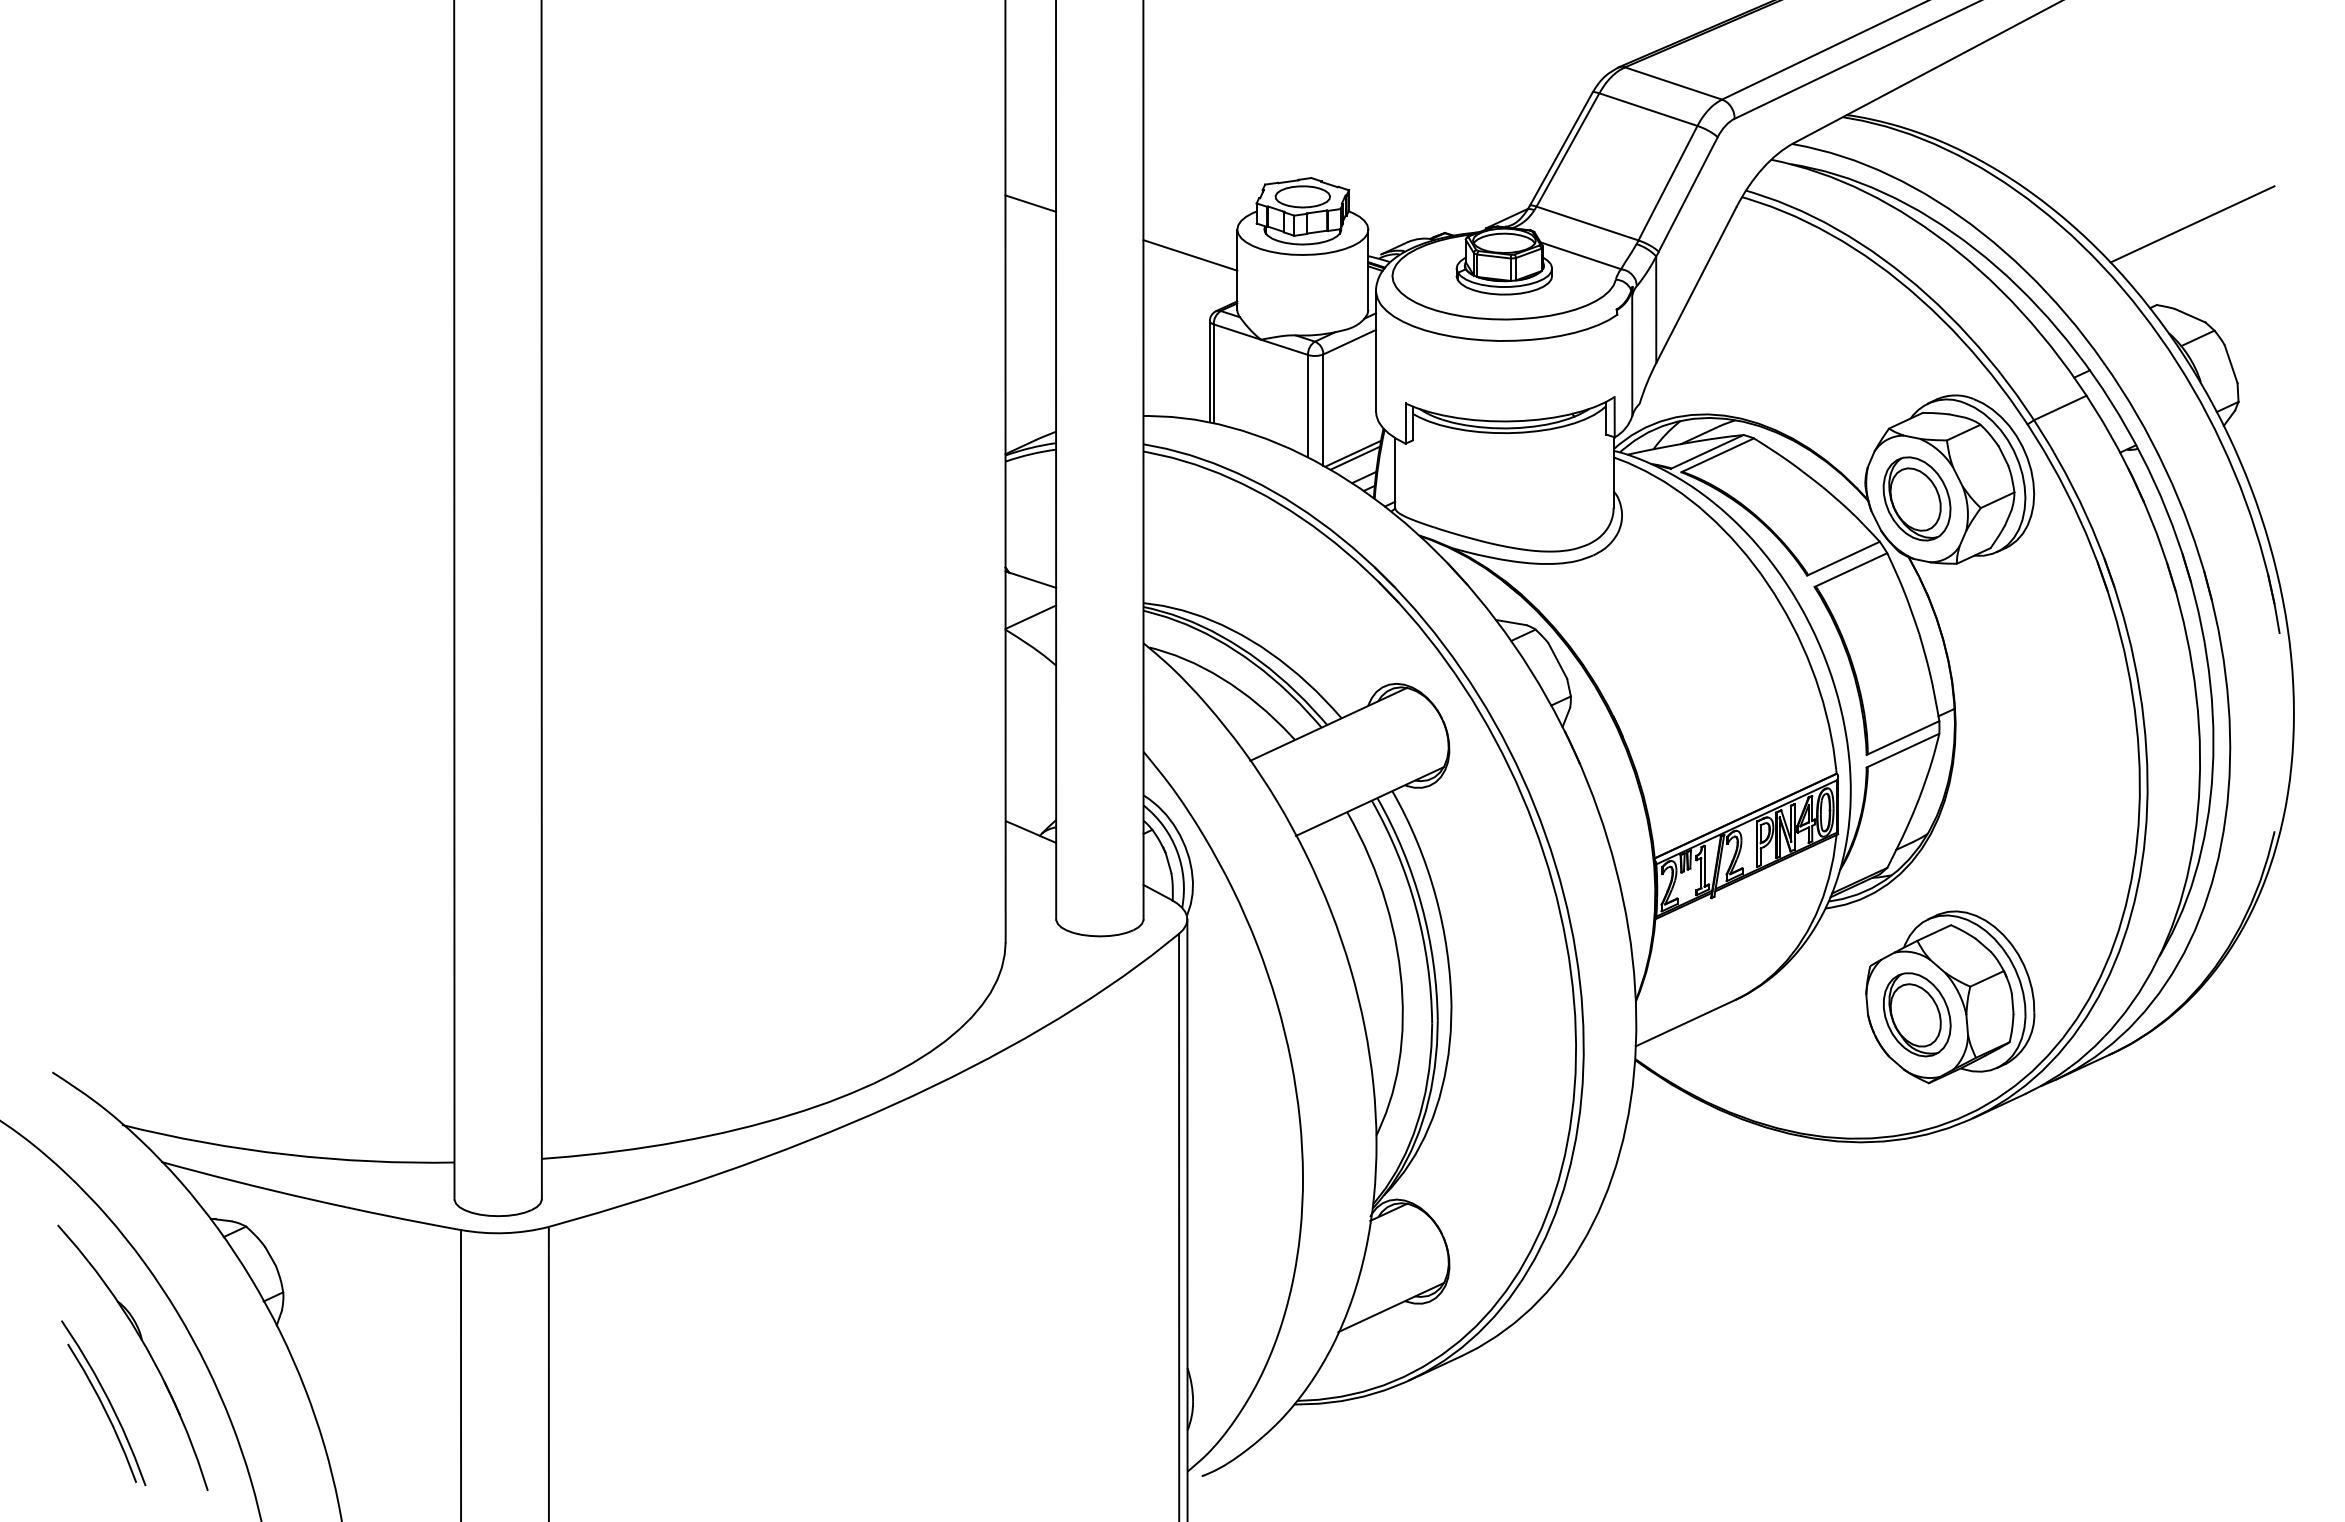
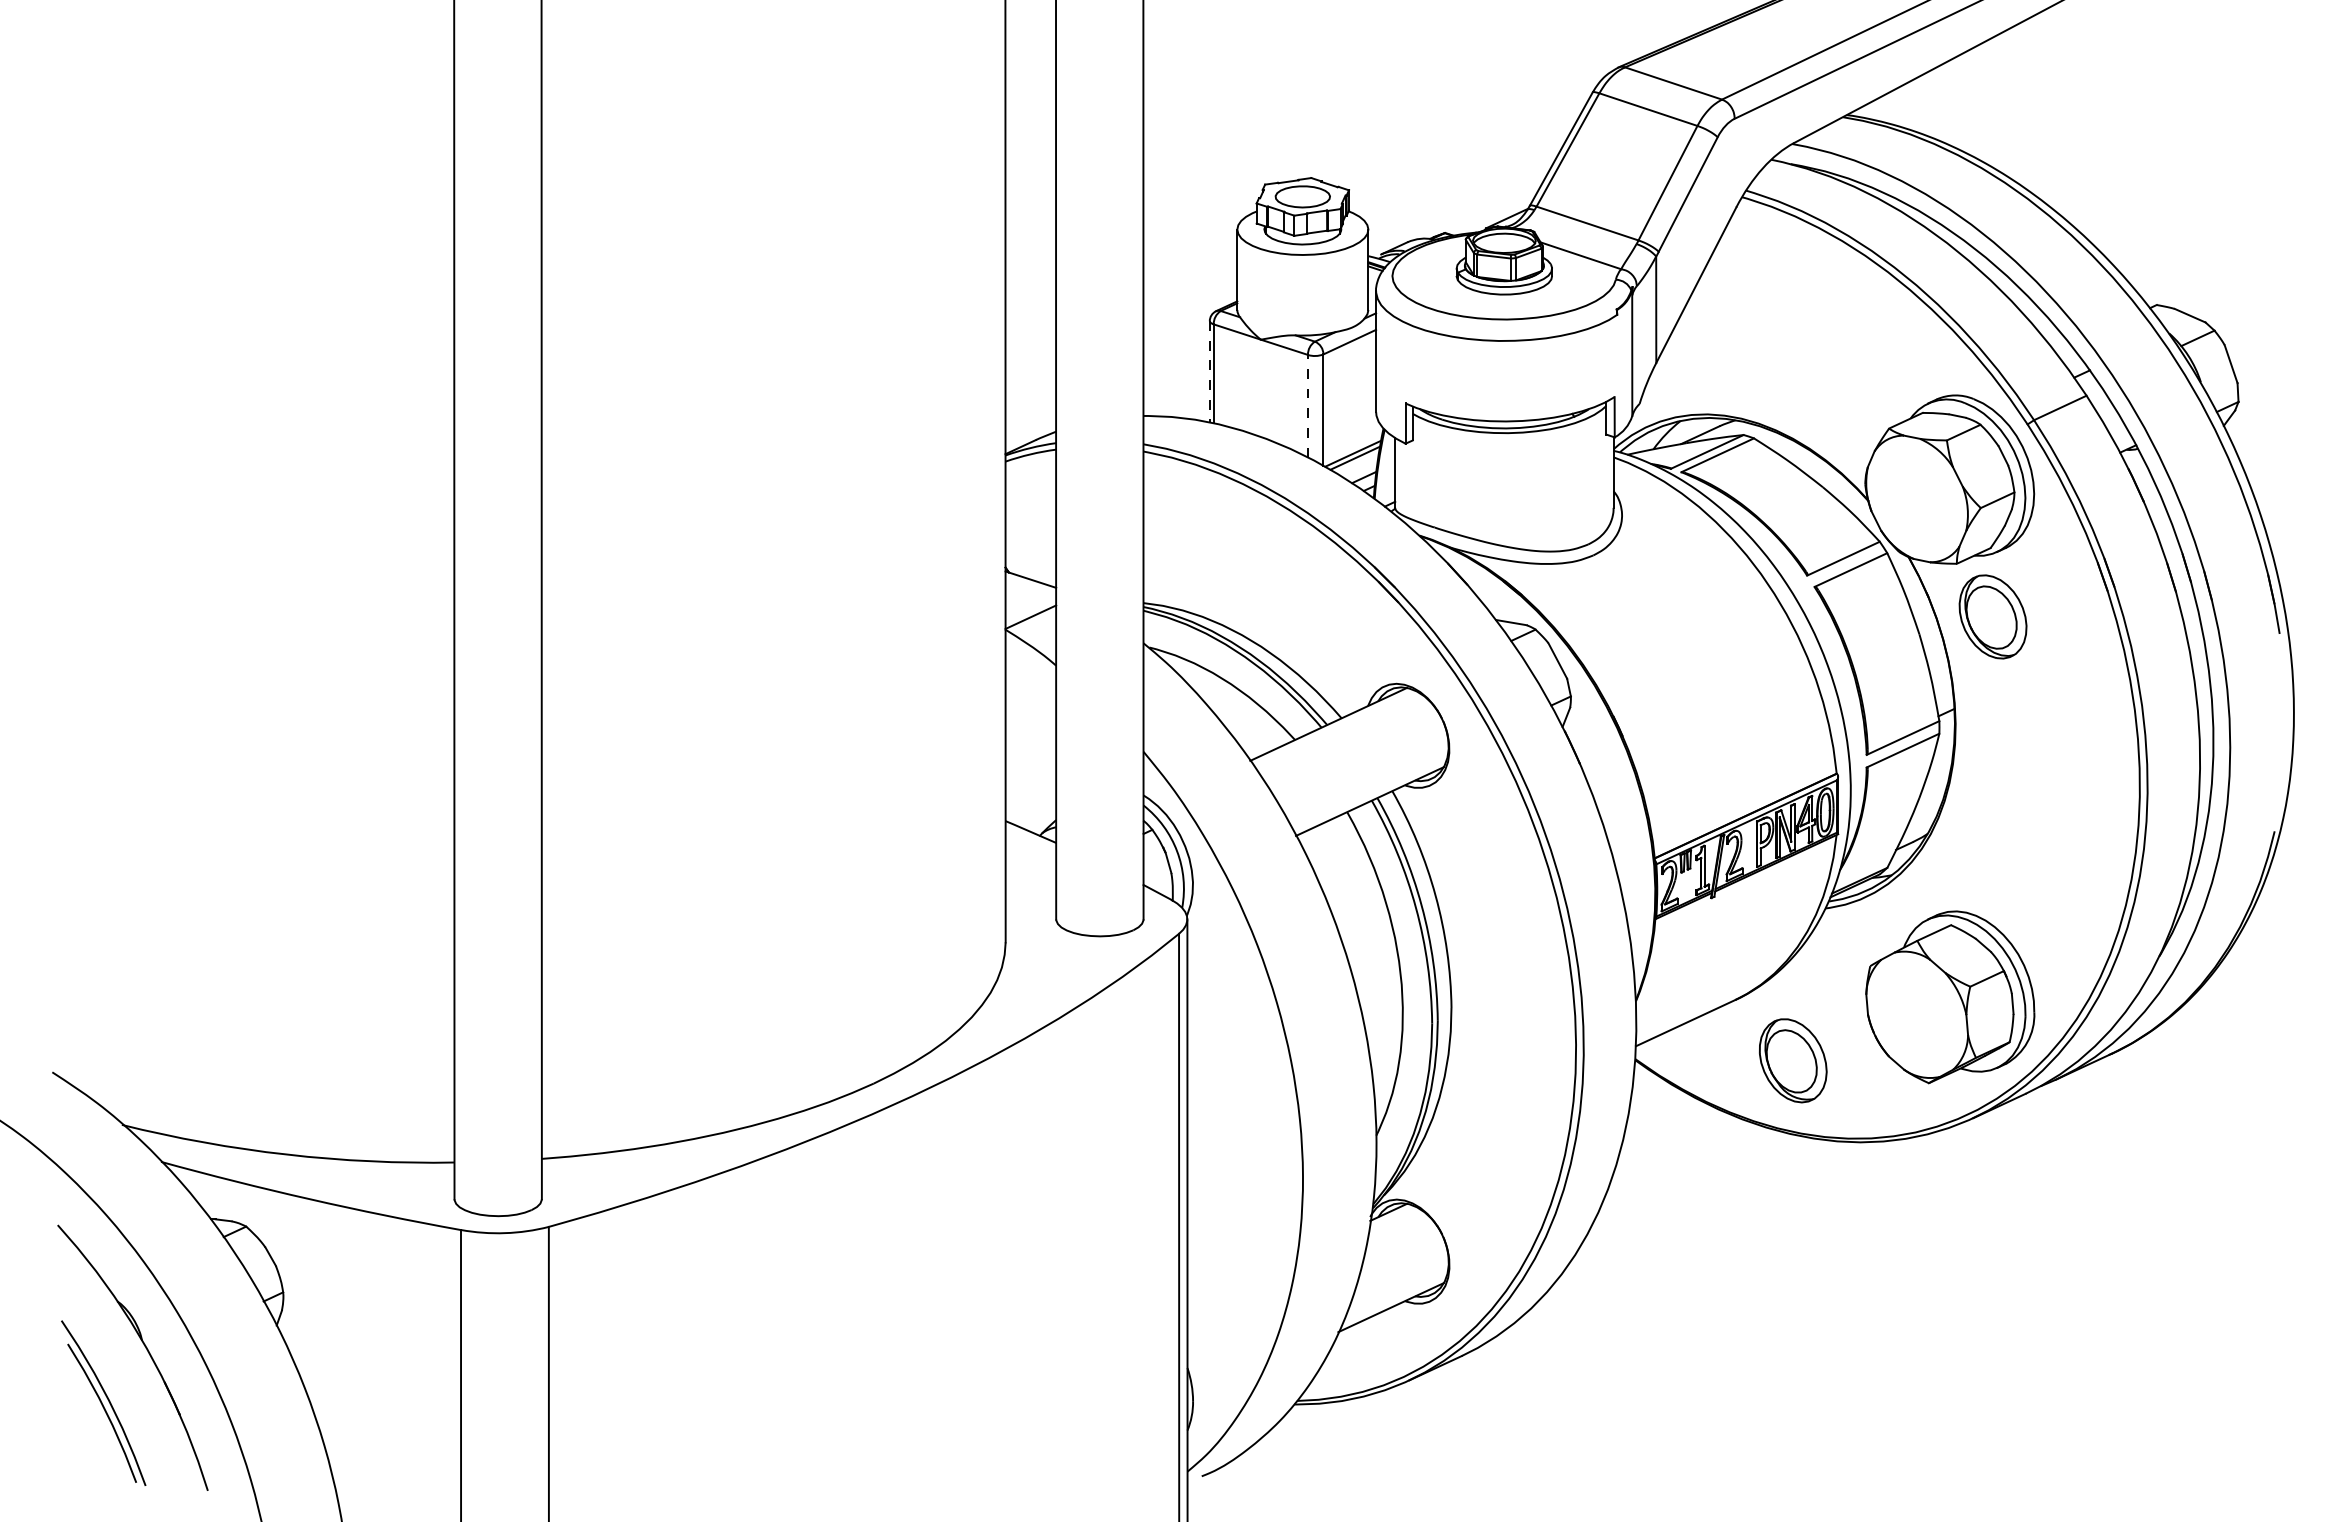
line at (1030, 203): present -> none
line at (2192, 224): present -> none
line at (1190, 255): present -> none
line at (1209, 371): solid -> dashed
line at (1307, 405): solid -> dashed
part at (1916, 498) position: (1916, 498) -> (1992, 616)
part at (1917, 1014) position: (1917, 1014) -> (1793, 1060)
